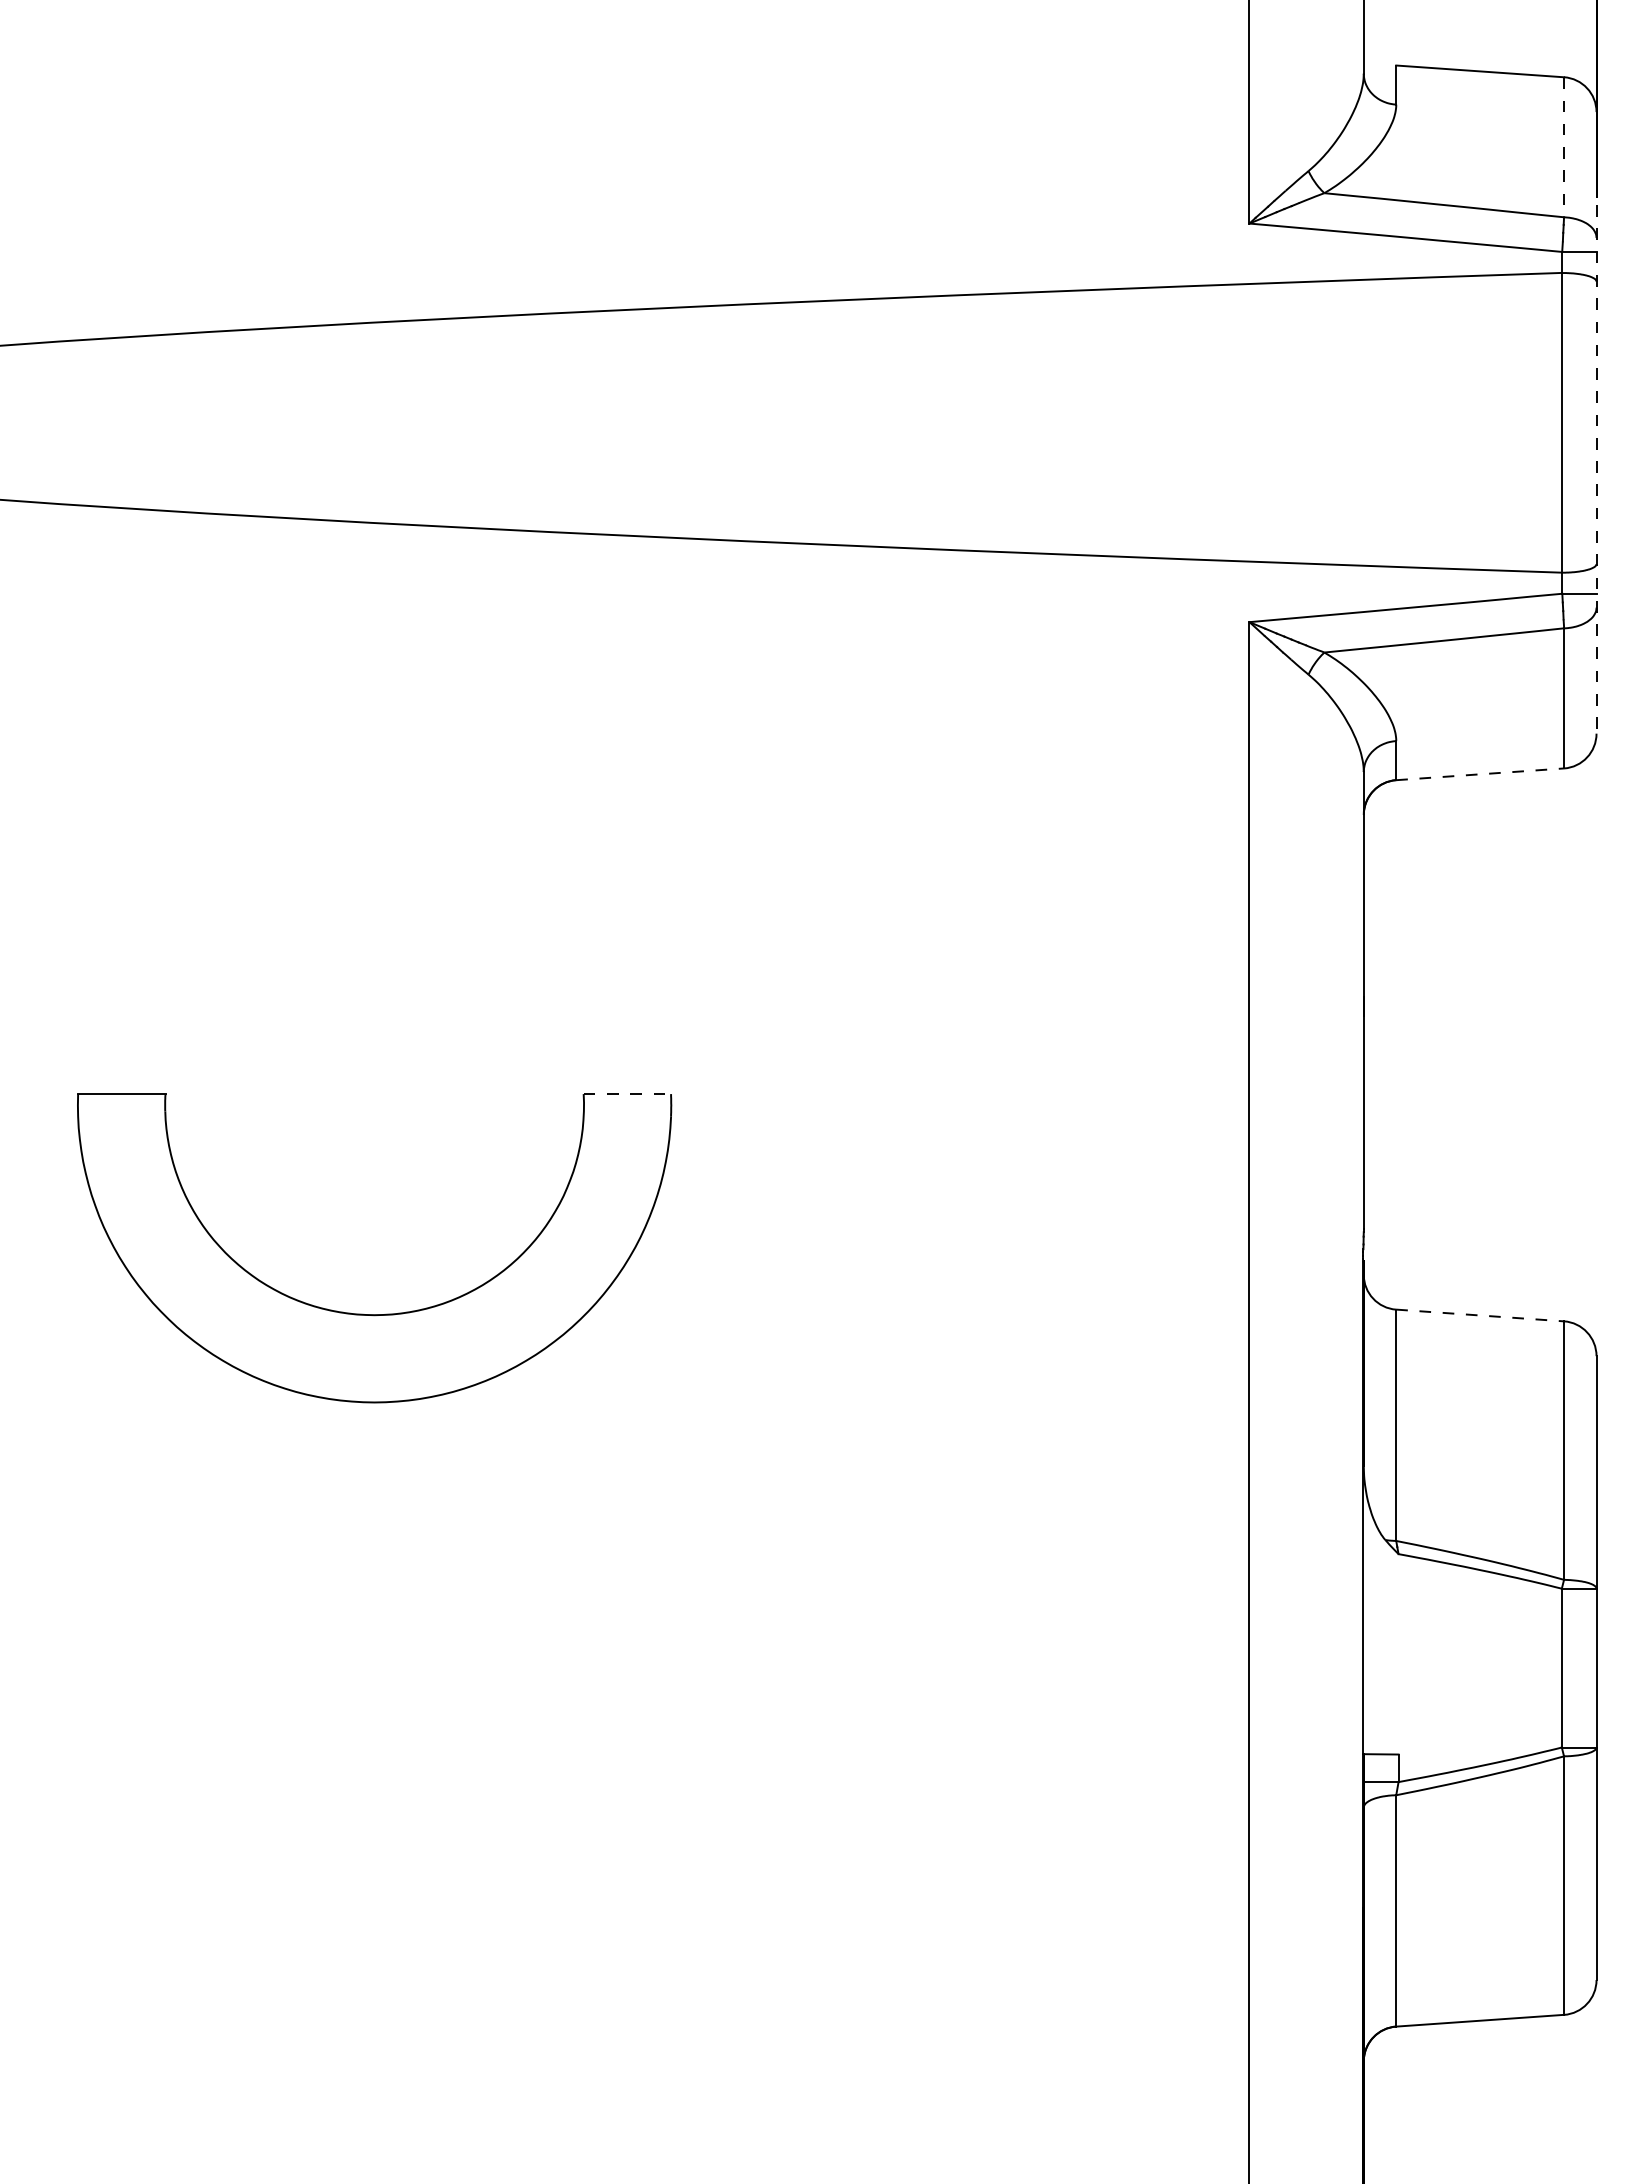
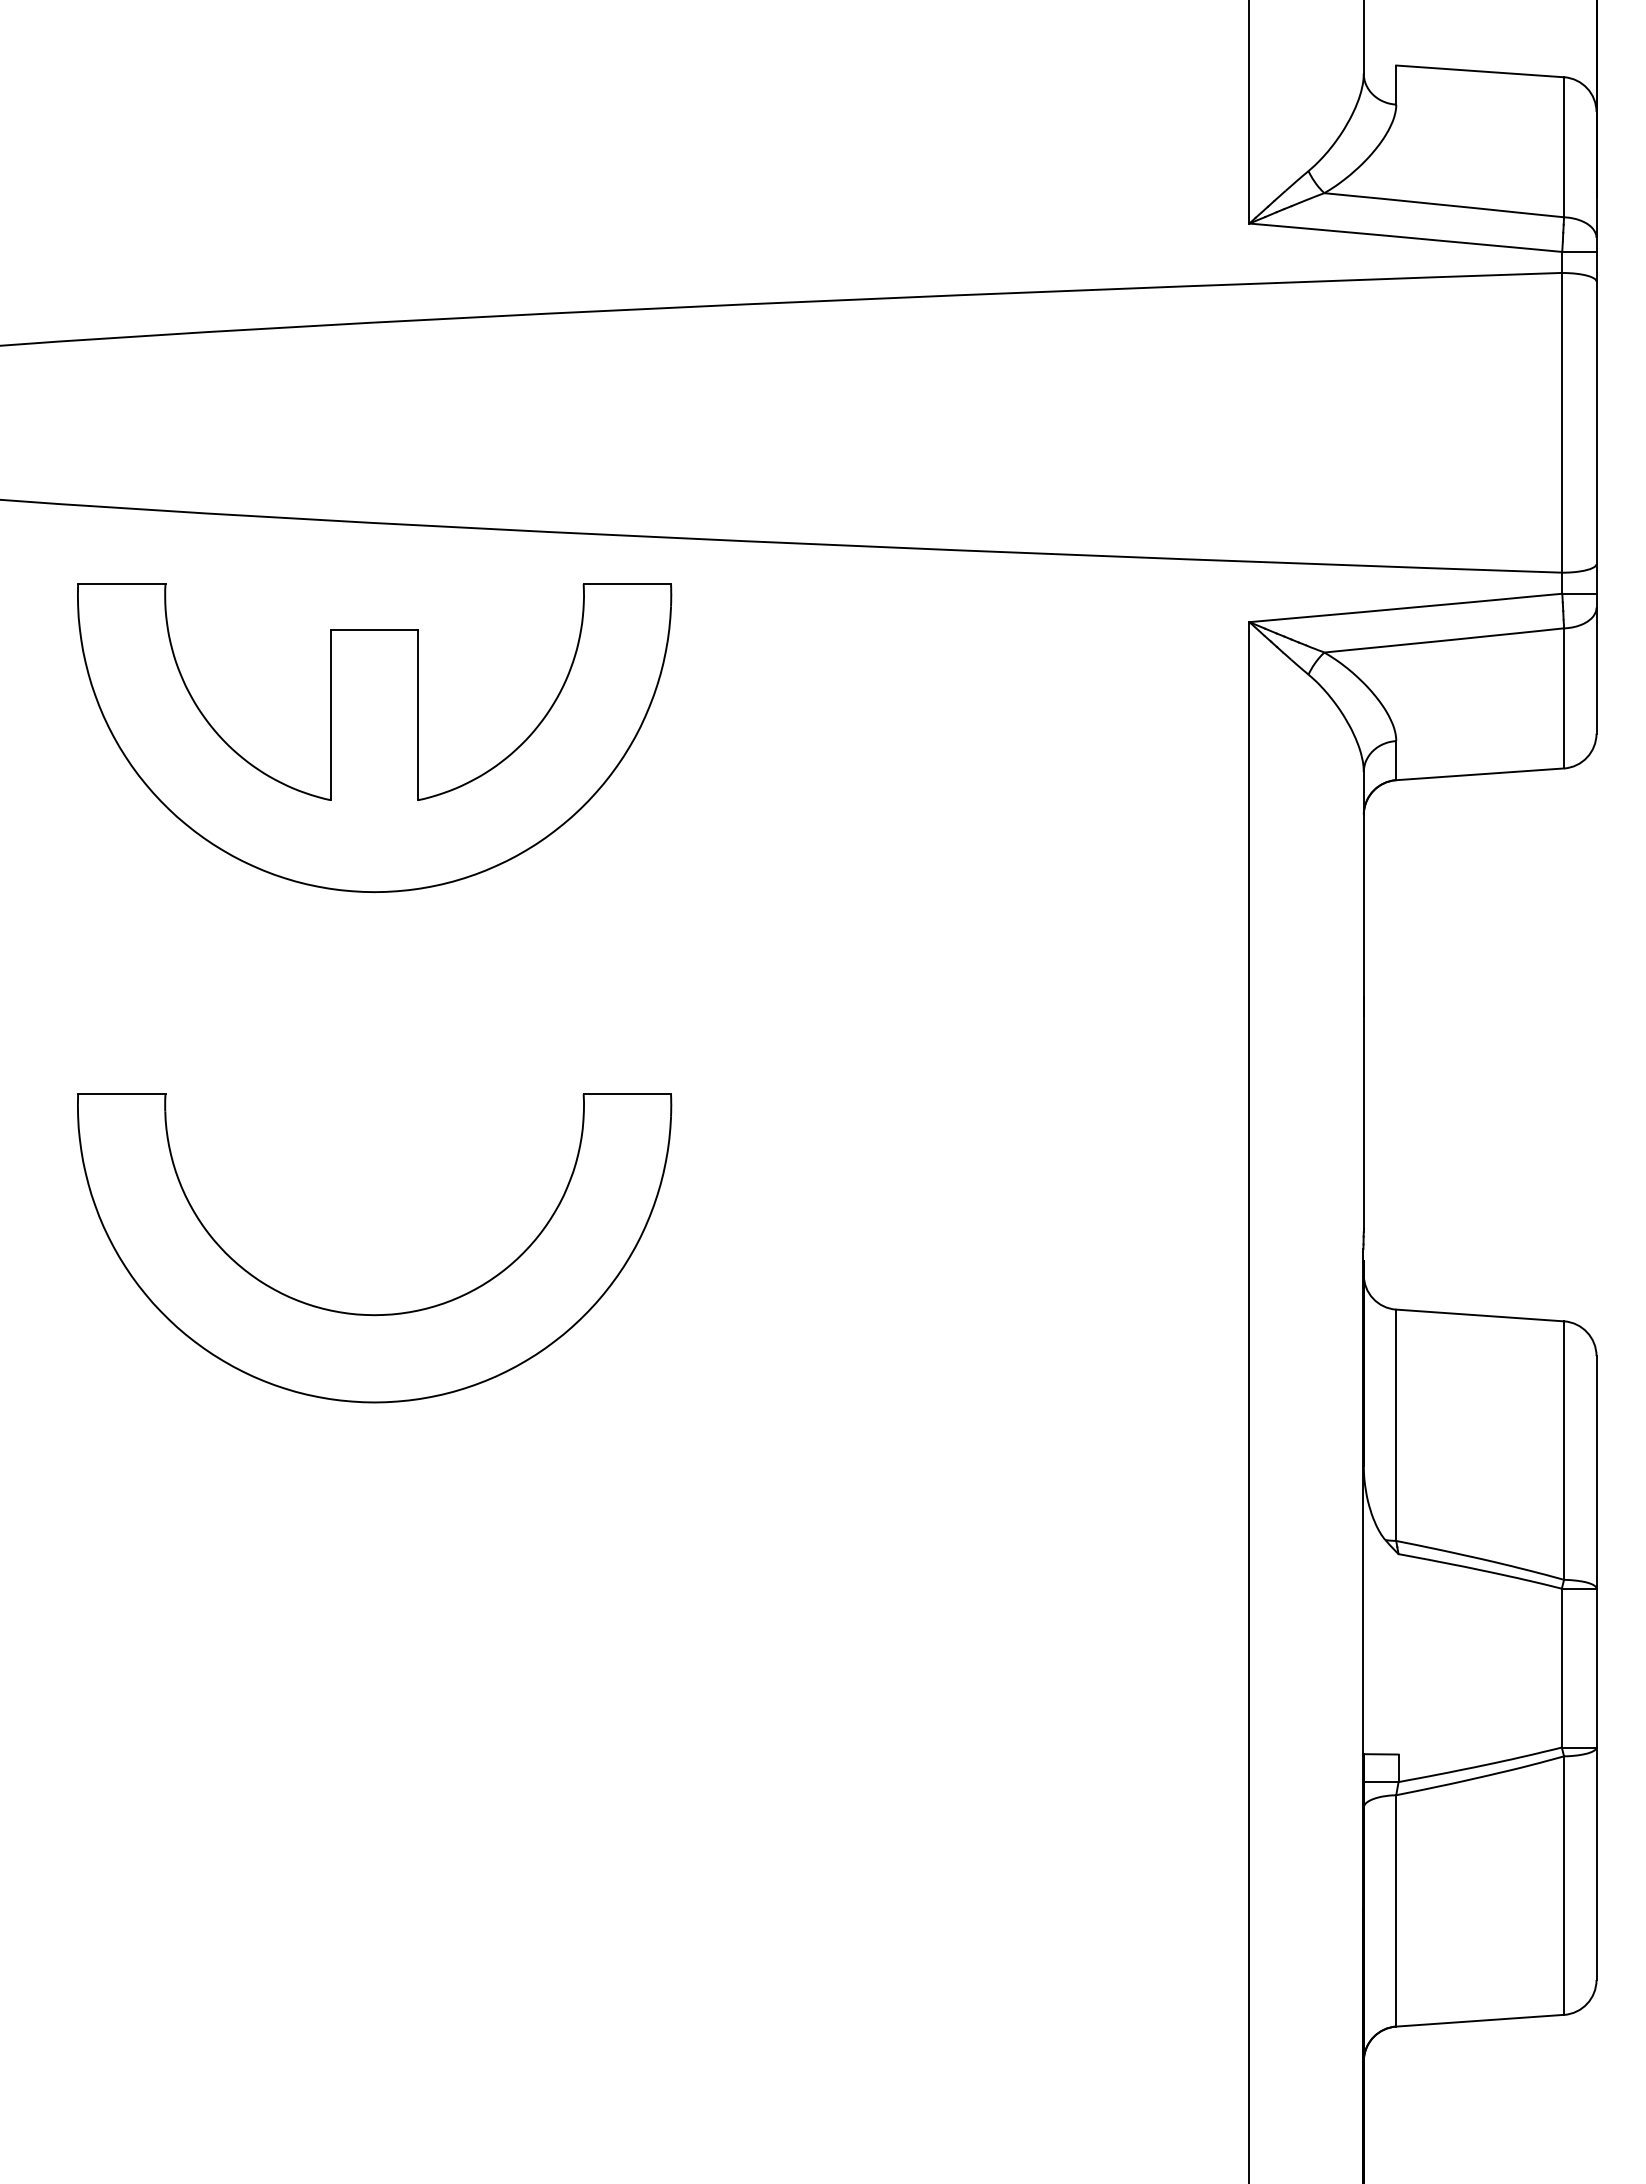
line at (1564, 147): dashed -> solid
line at (1596, 422): dashed -> solid
part at (374, 737): none -> present
line at (1480, 774): dashed -> solid
line at (627, 1094): dashed -> solid
line at (1480, 1315): dashed -> solid
